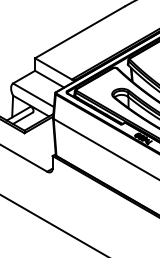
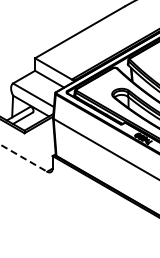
line at (23, 158): solid -> dashed
line at (53, 224): present -> none
